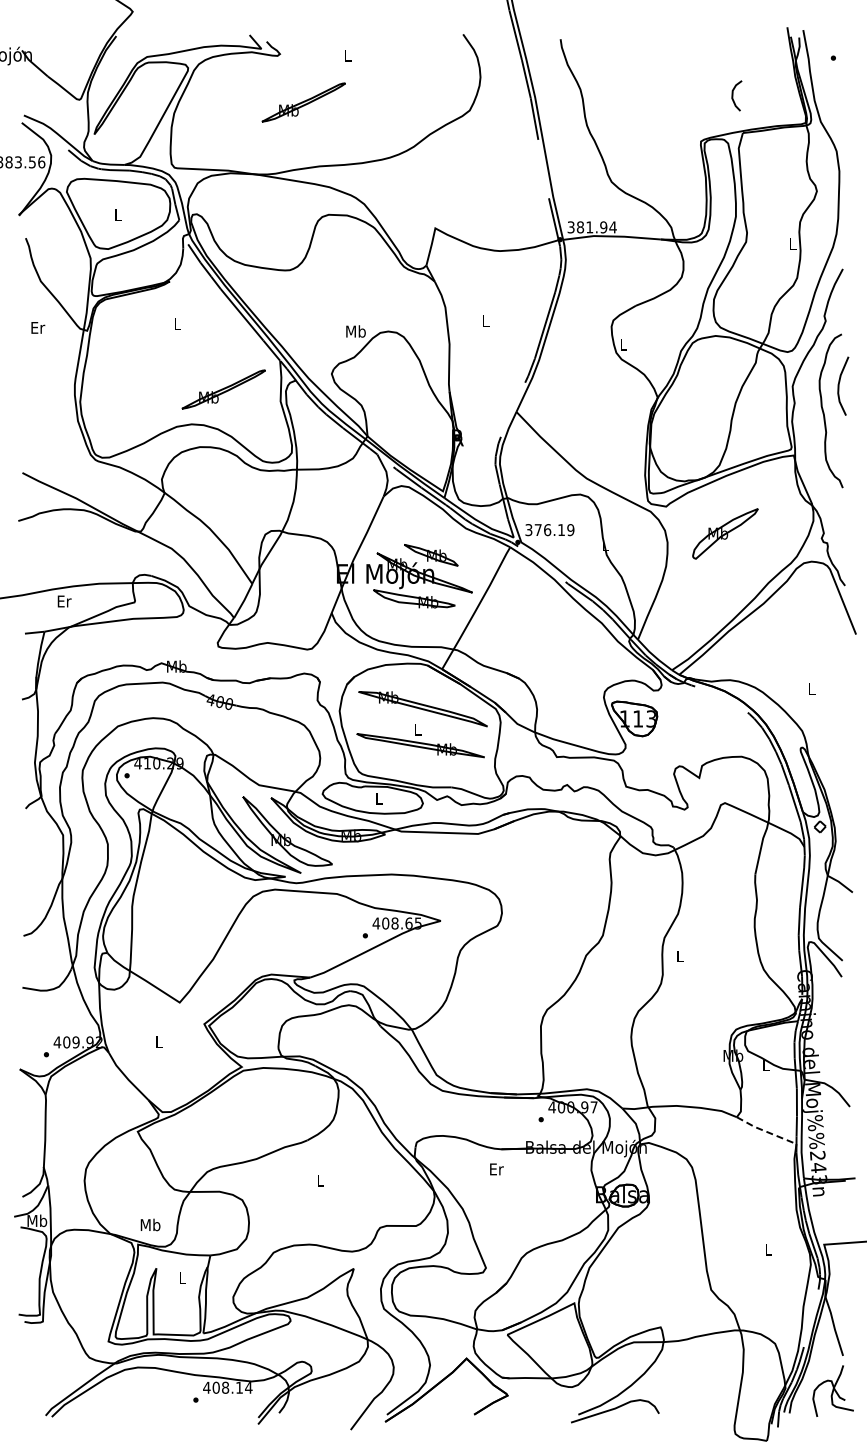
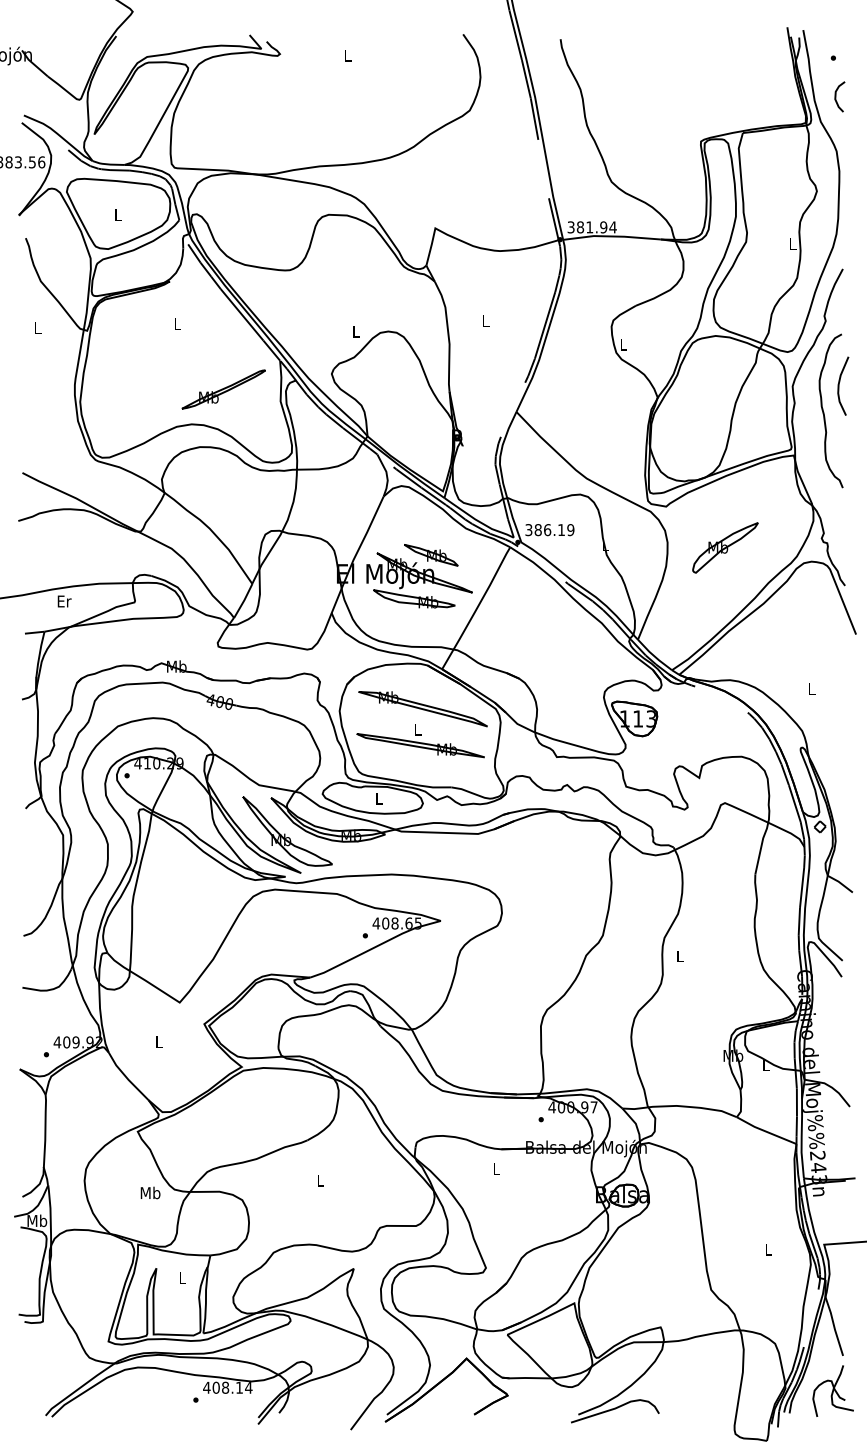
curve at (733, 95) position: (733, 95) -> (836, 96)
part at (303, 102): present -> none
text at (38, 327): Er -> L
text at (355, 331): Mb -> L
text at (537, 530): 376.19 -> 386.19
part at (725, 533) position: (725, 533) -> (725, 547)
line at (765, 1131): dashed -> solid
text at (496, 1169): Er -> L
text at (150, 1224) position: (150, 1224) -> (150, 1192)
